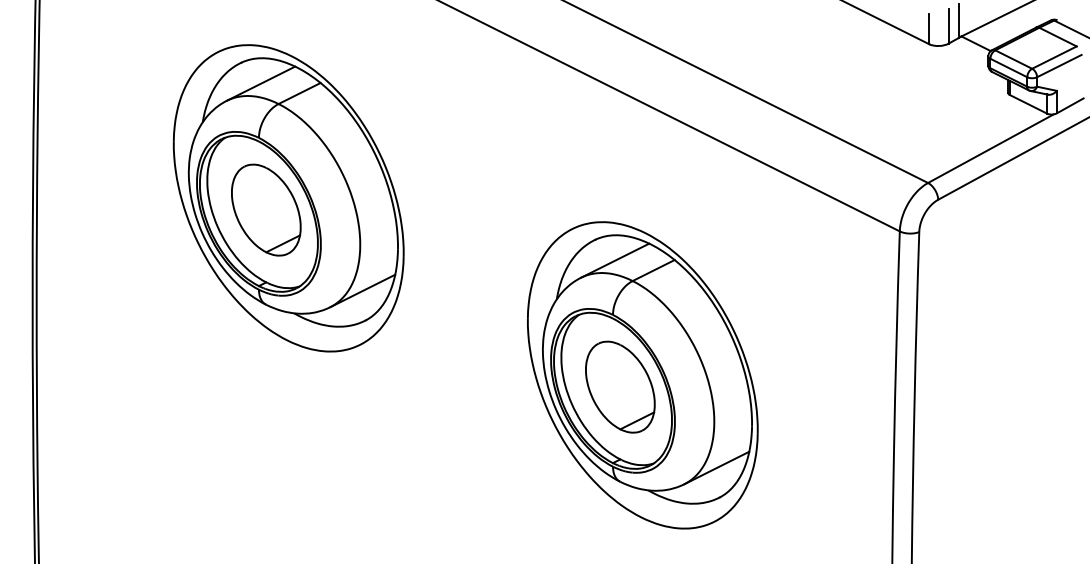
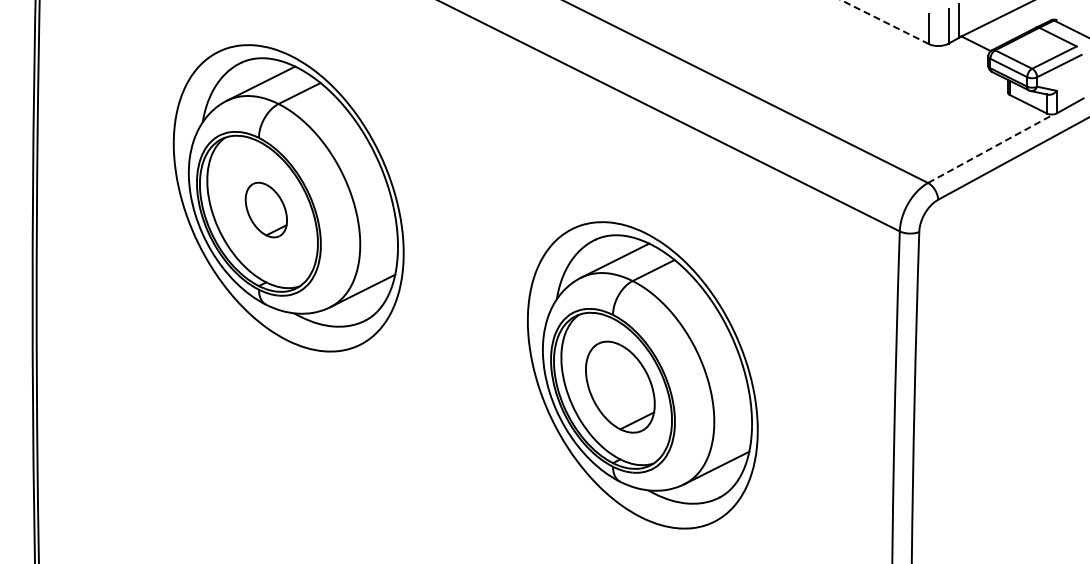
line at (884, 21): solid -> dashed
line at (990, 148): solid -> dashed
part at (266, 209) size: 71x94 px -> 44x58 px
